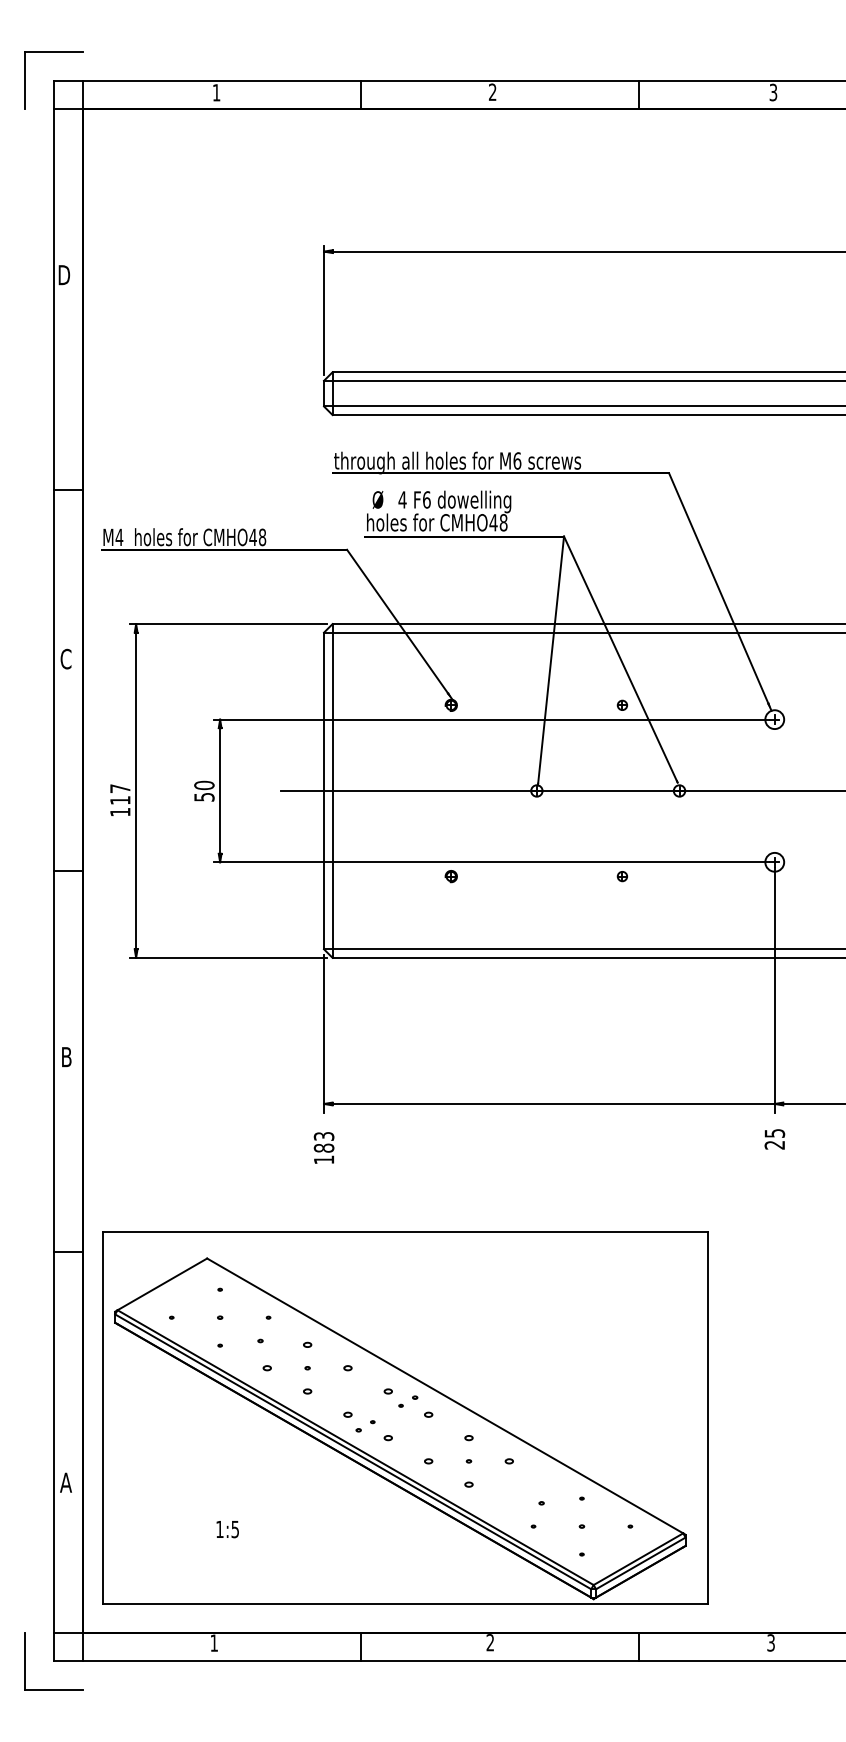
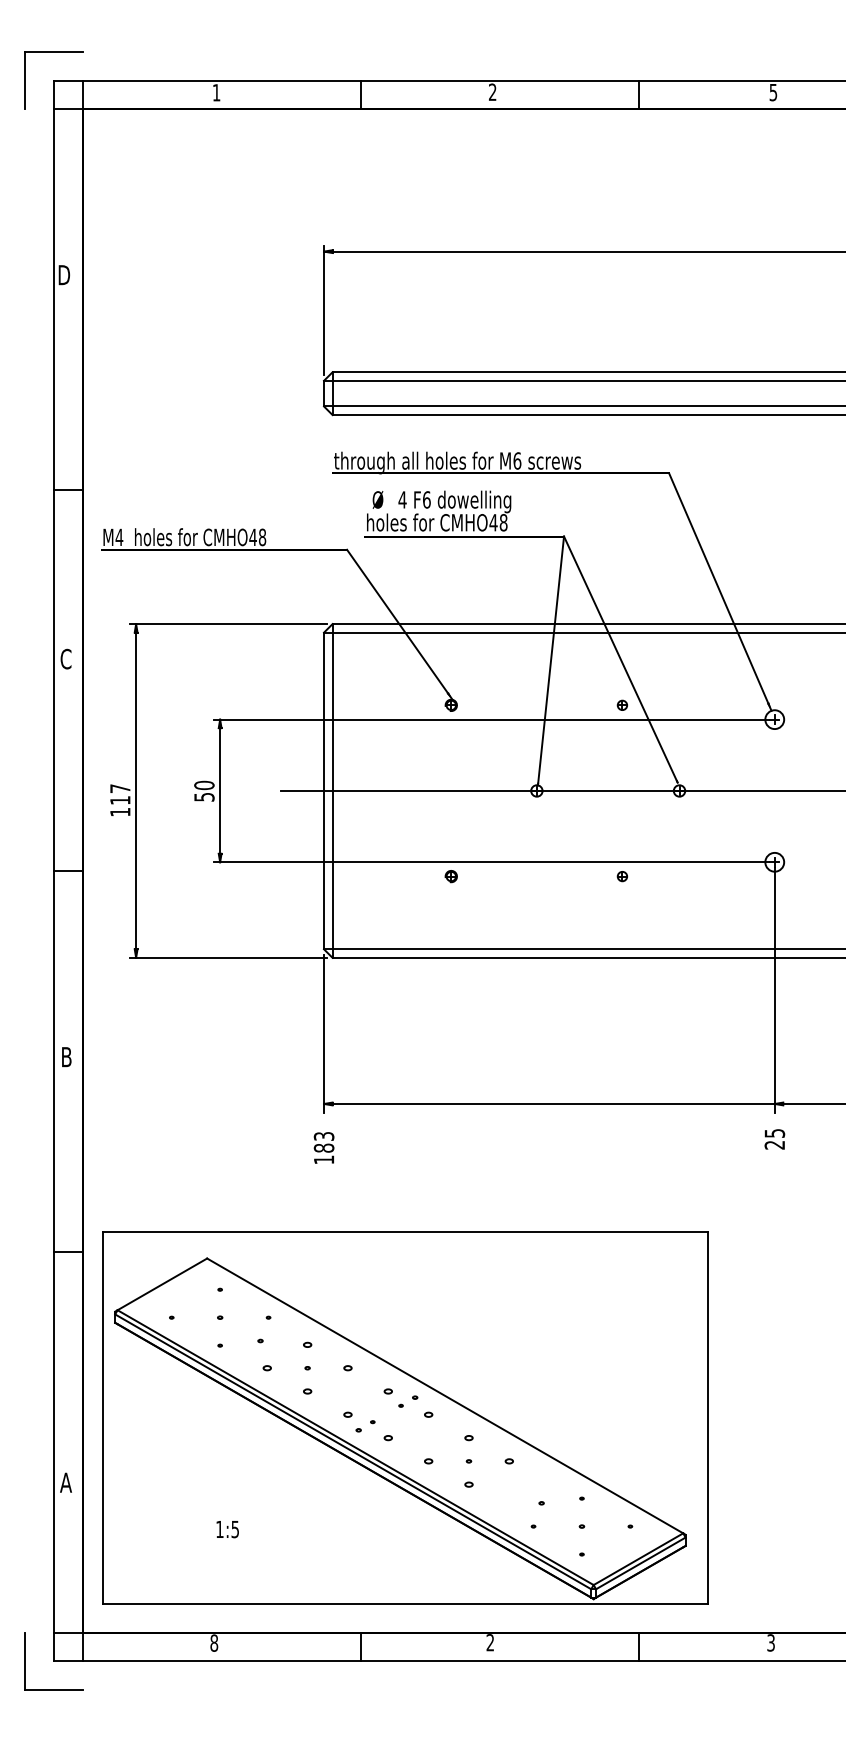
text at (773, 91): 3 -> 5
text at (214, 1642): 1 -> 8
